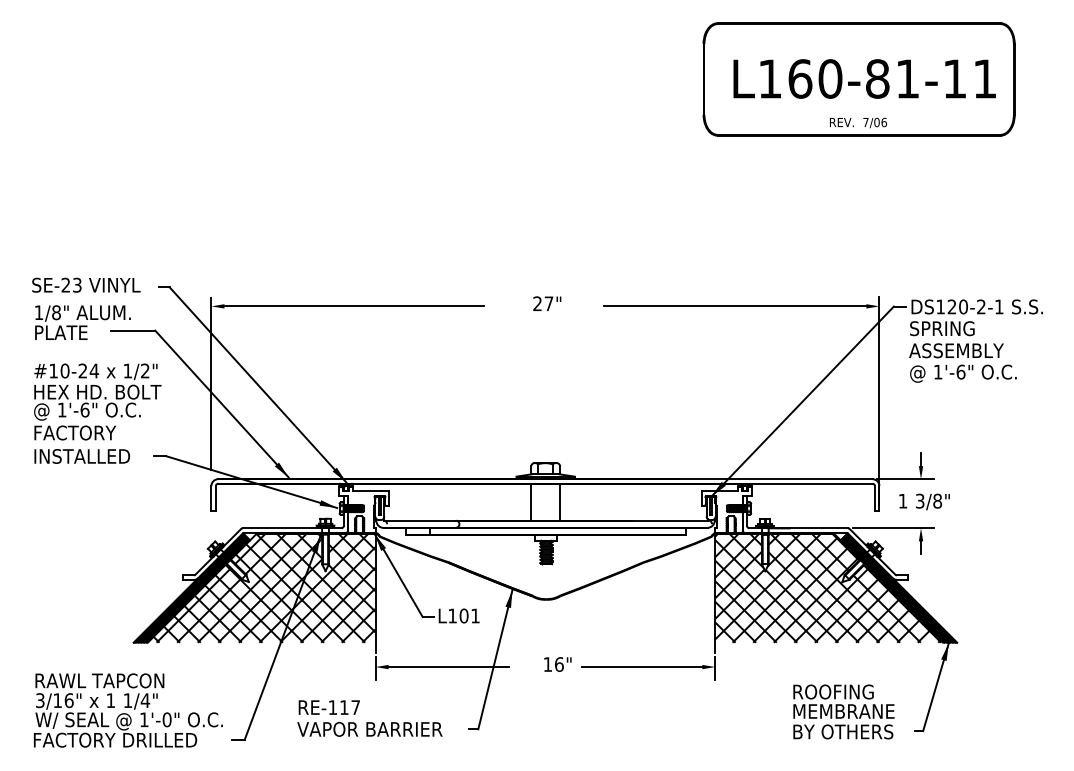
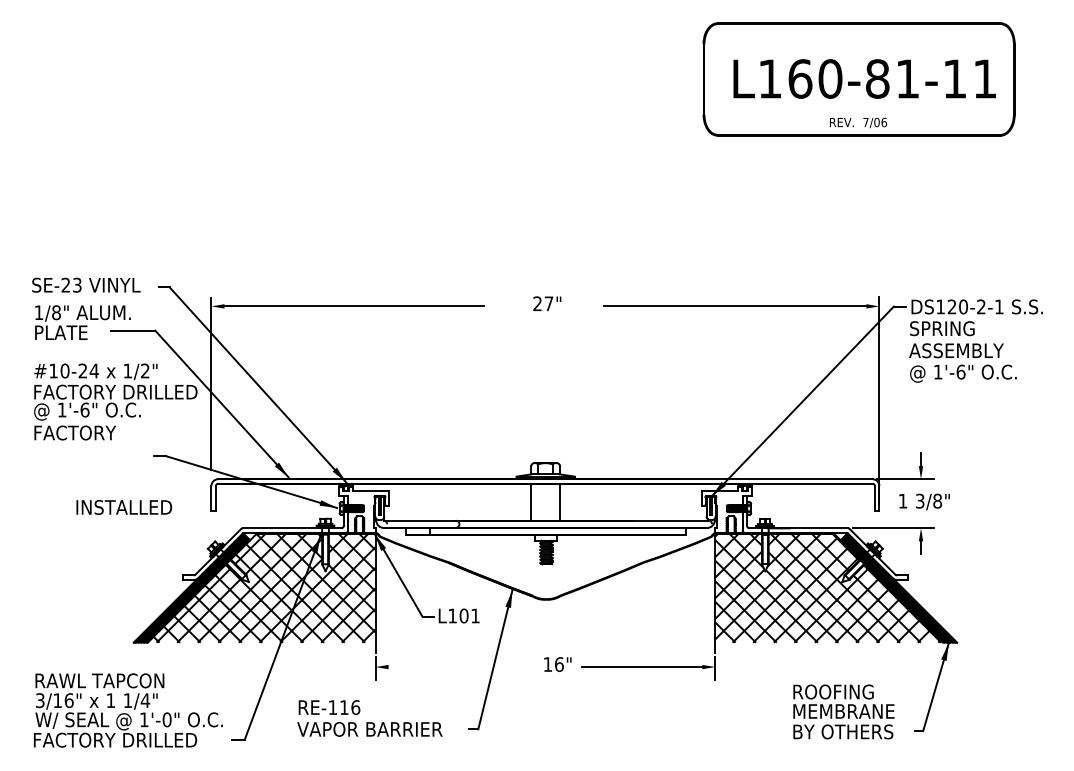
text at (116, 391): HEX HD. BOLT -> FACTORY DRILLED
text at (82, 456) position: (82, 456) -> (124, 507)
line at (448, 667): present -> none
text at (355, 707): RE-117 -> RE-116
